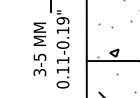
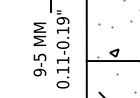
text at (39, 72): 3-5 -> 9-5
